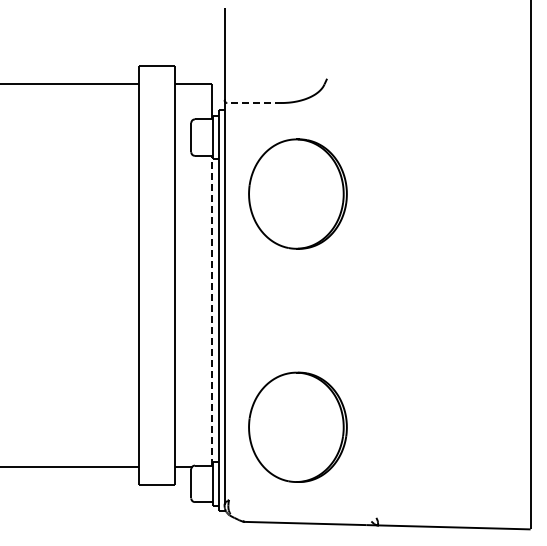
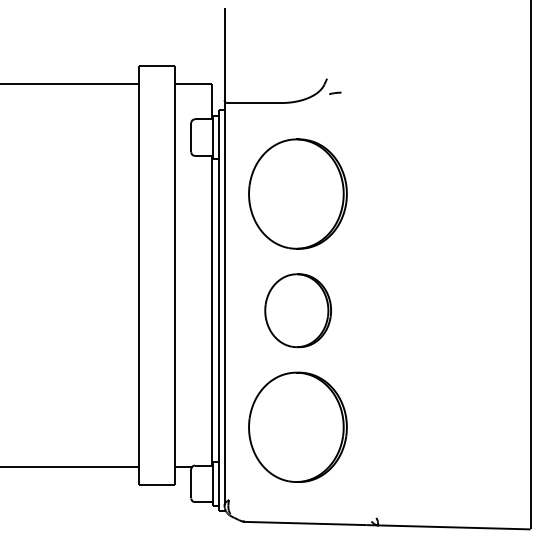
part at (335, 92): none -> present
line at (254, 103): dashed -> solid
line at (211, 310): dashed -> solid
part at (297, 310): none -> present
